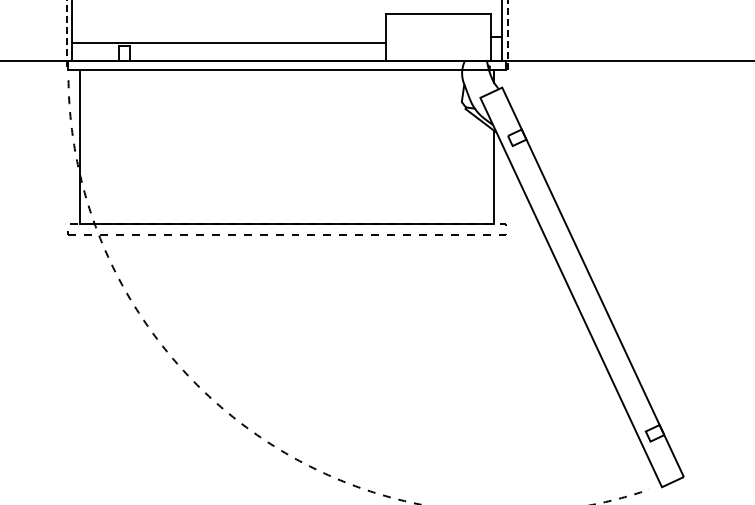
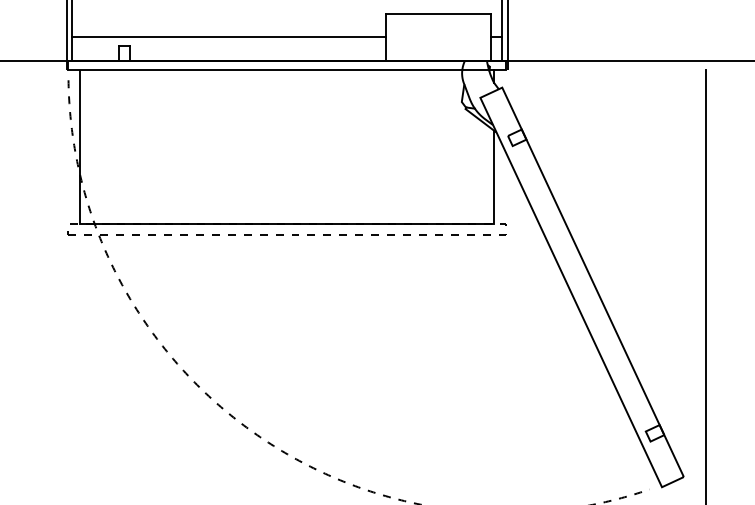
line at (66, 0): dashed -> solid
line at (229, 42) position: (229, 42) -> (229, 36)
line at (705, 285): none -> present
